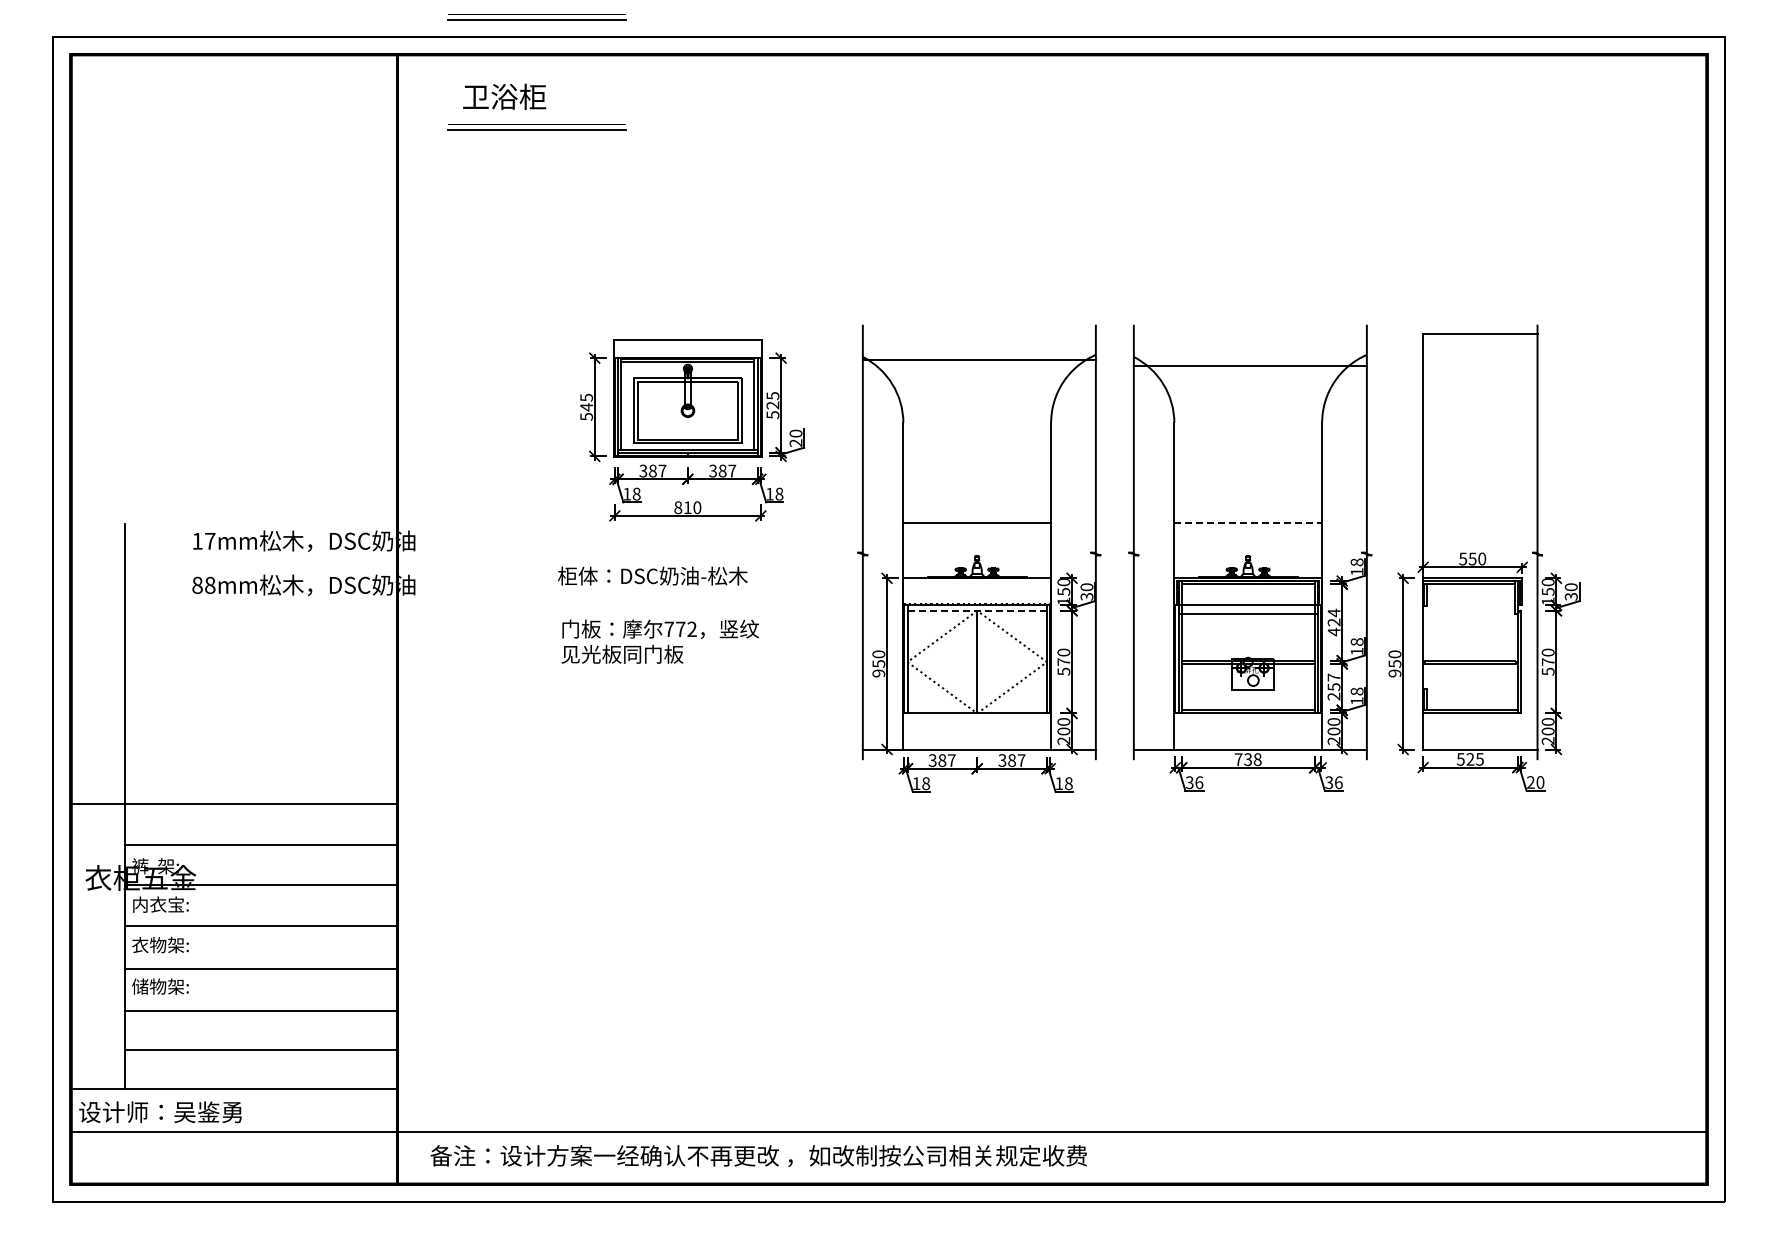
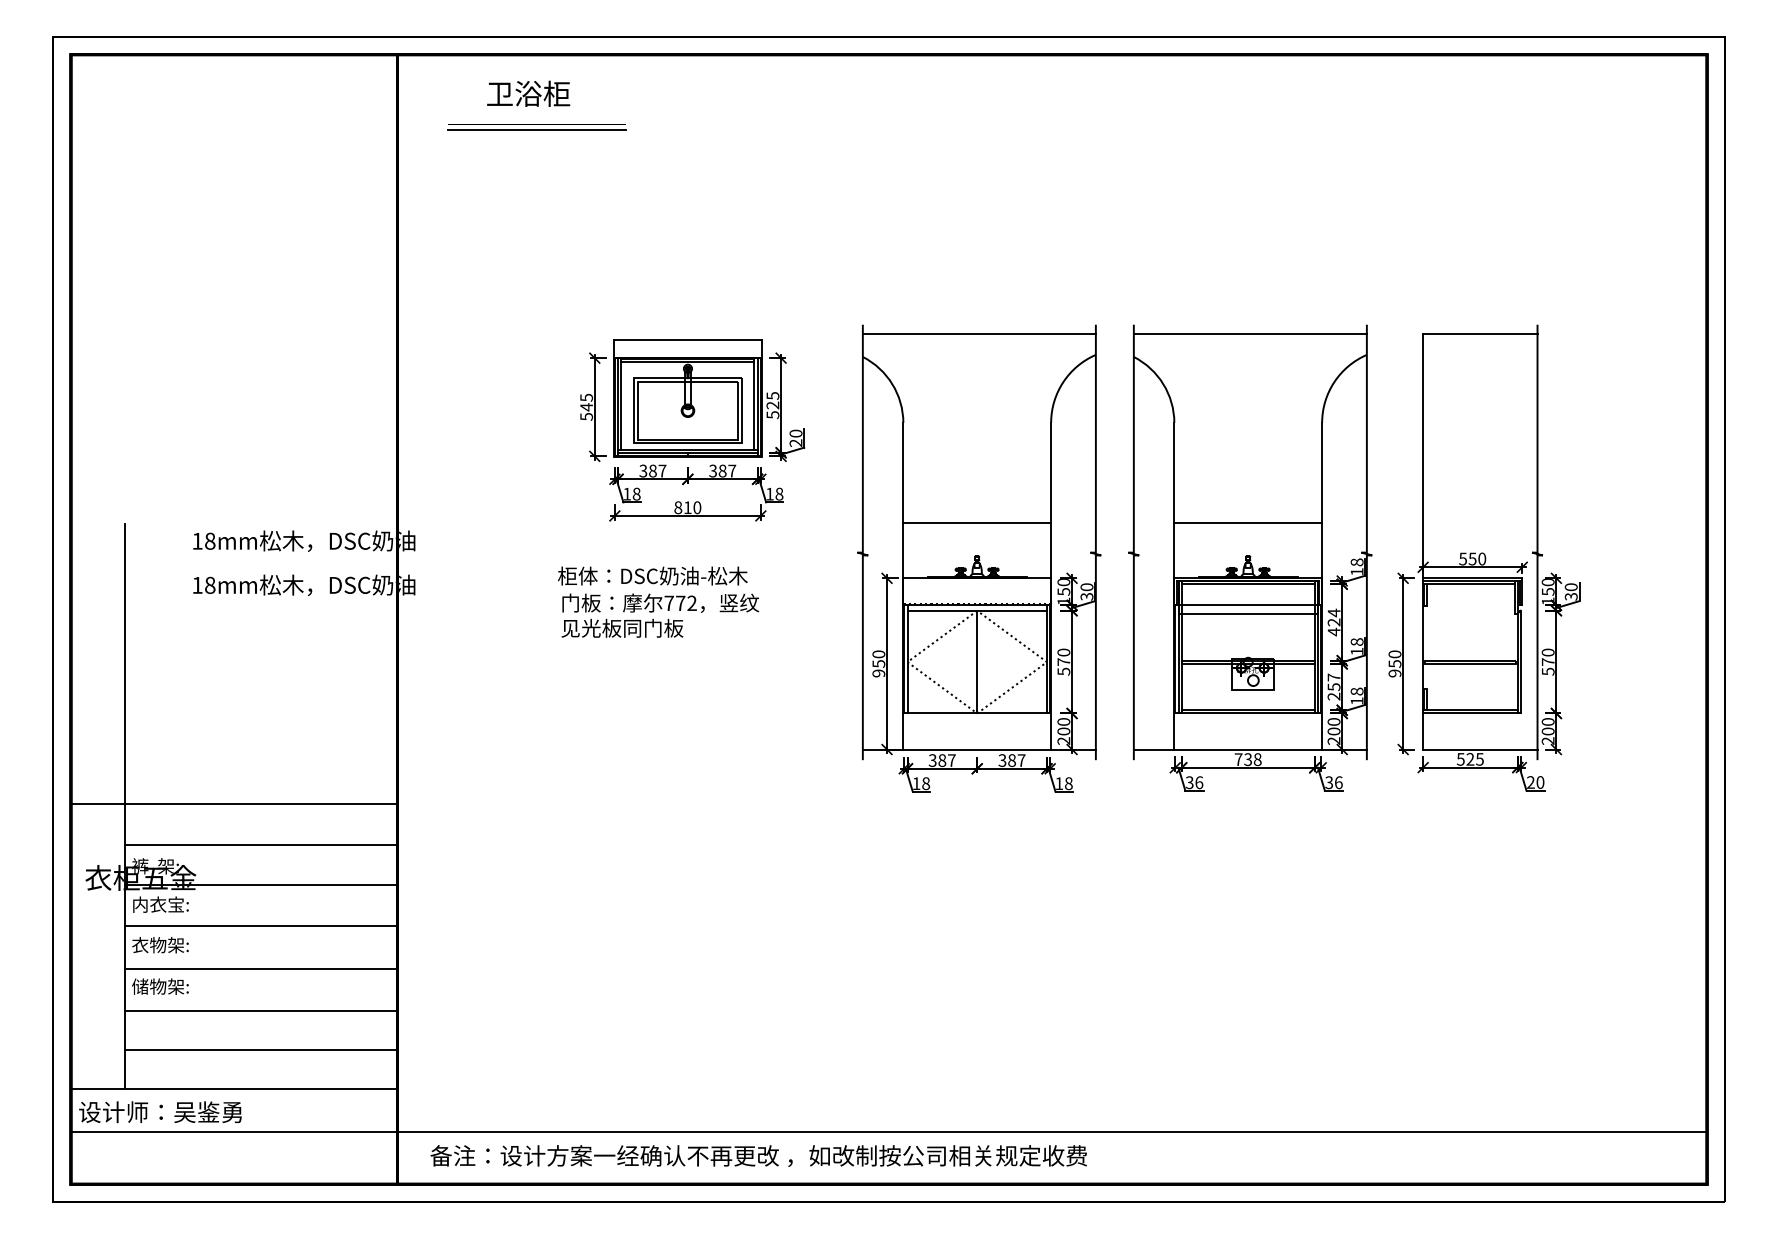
part at (536, 17): present -> none
text at (504, 96) position: (504, 96) -> (528, 93)
line at (978, 359) position: (978, 359) -> (978, 333)
line at (1249, 365) position: (1249, 365) -> (1249, 333)
line at (1248, 523): dashed -> solid
text at (210, 540): 17mm -> 18mm
text at (197, 584): 88mm -> 18mm
line at (977, 610): dashed -> solid
text at (660, 641) position: (660, 641) -> (660, 615)
